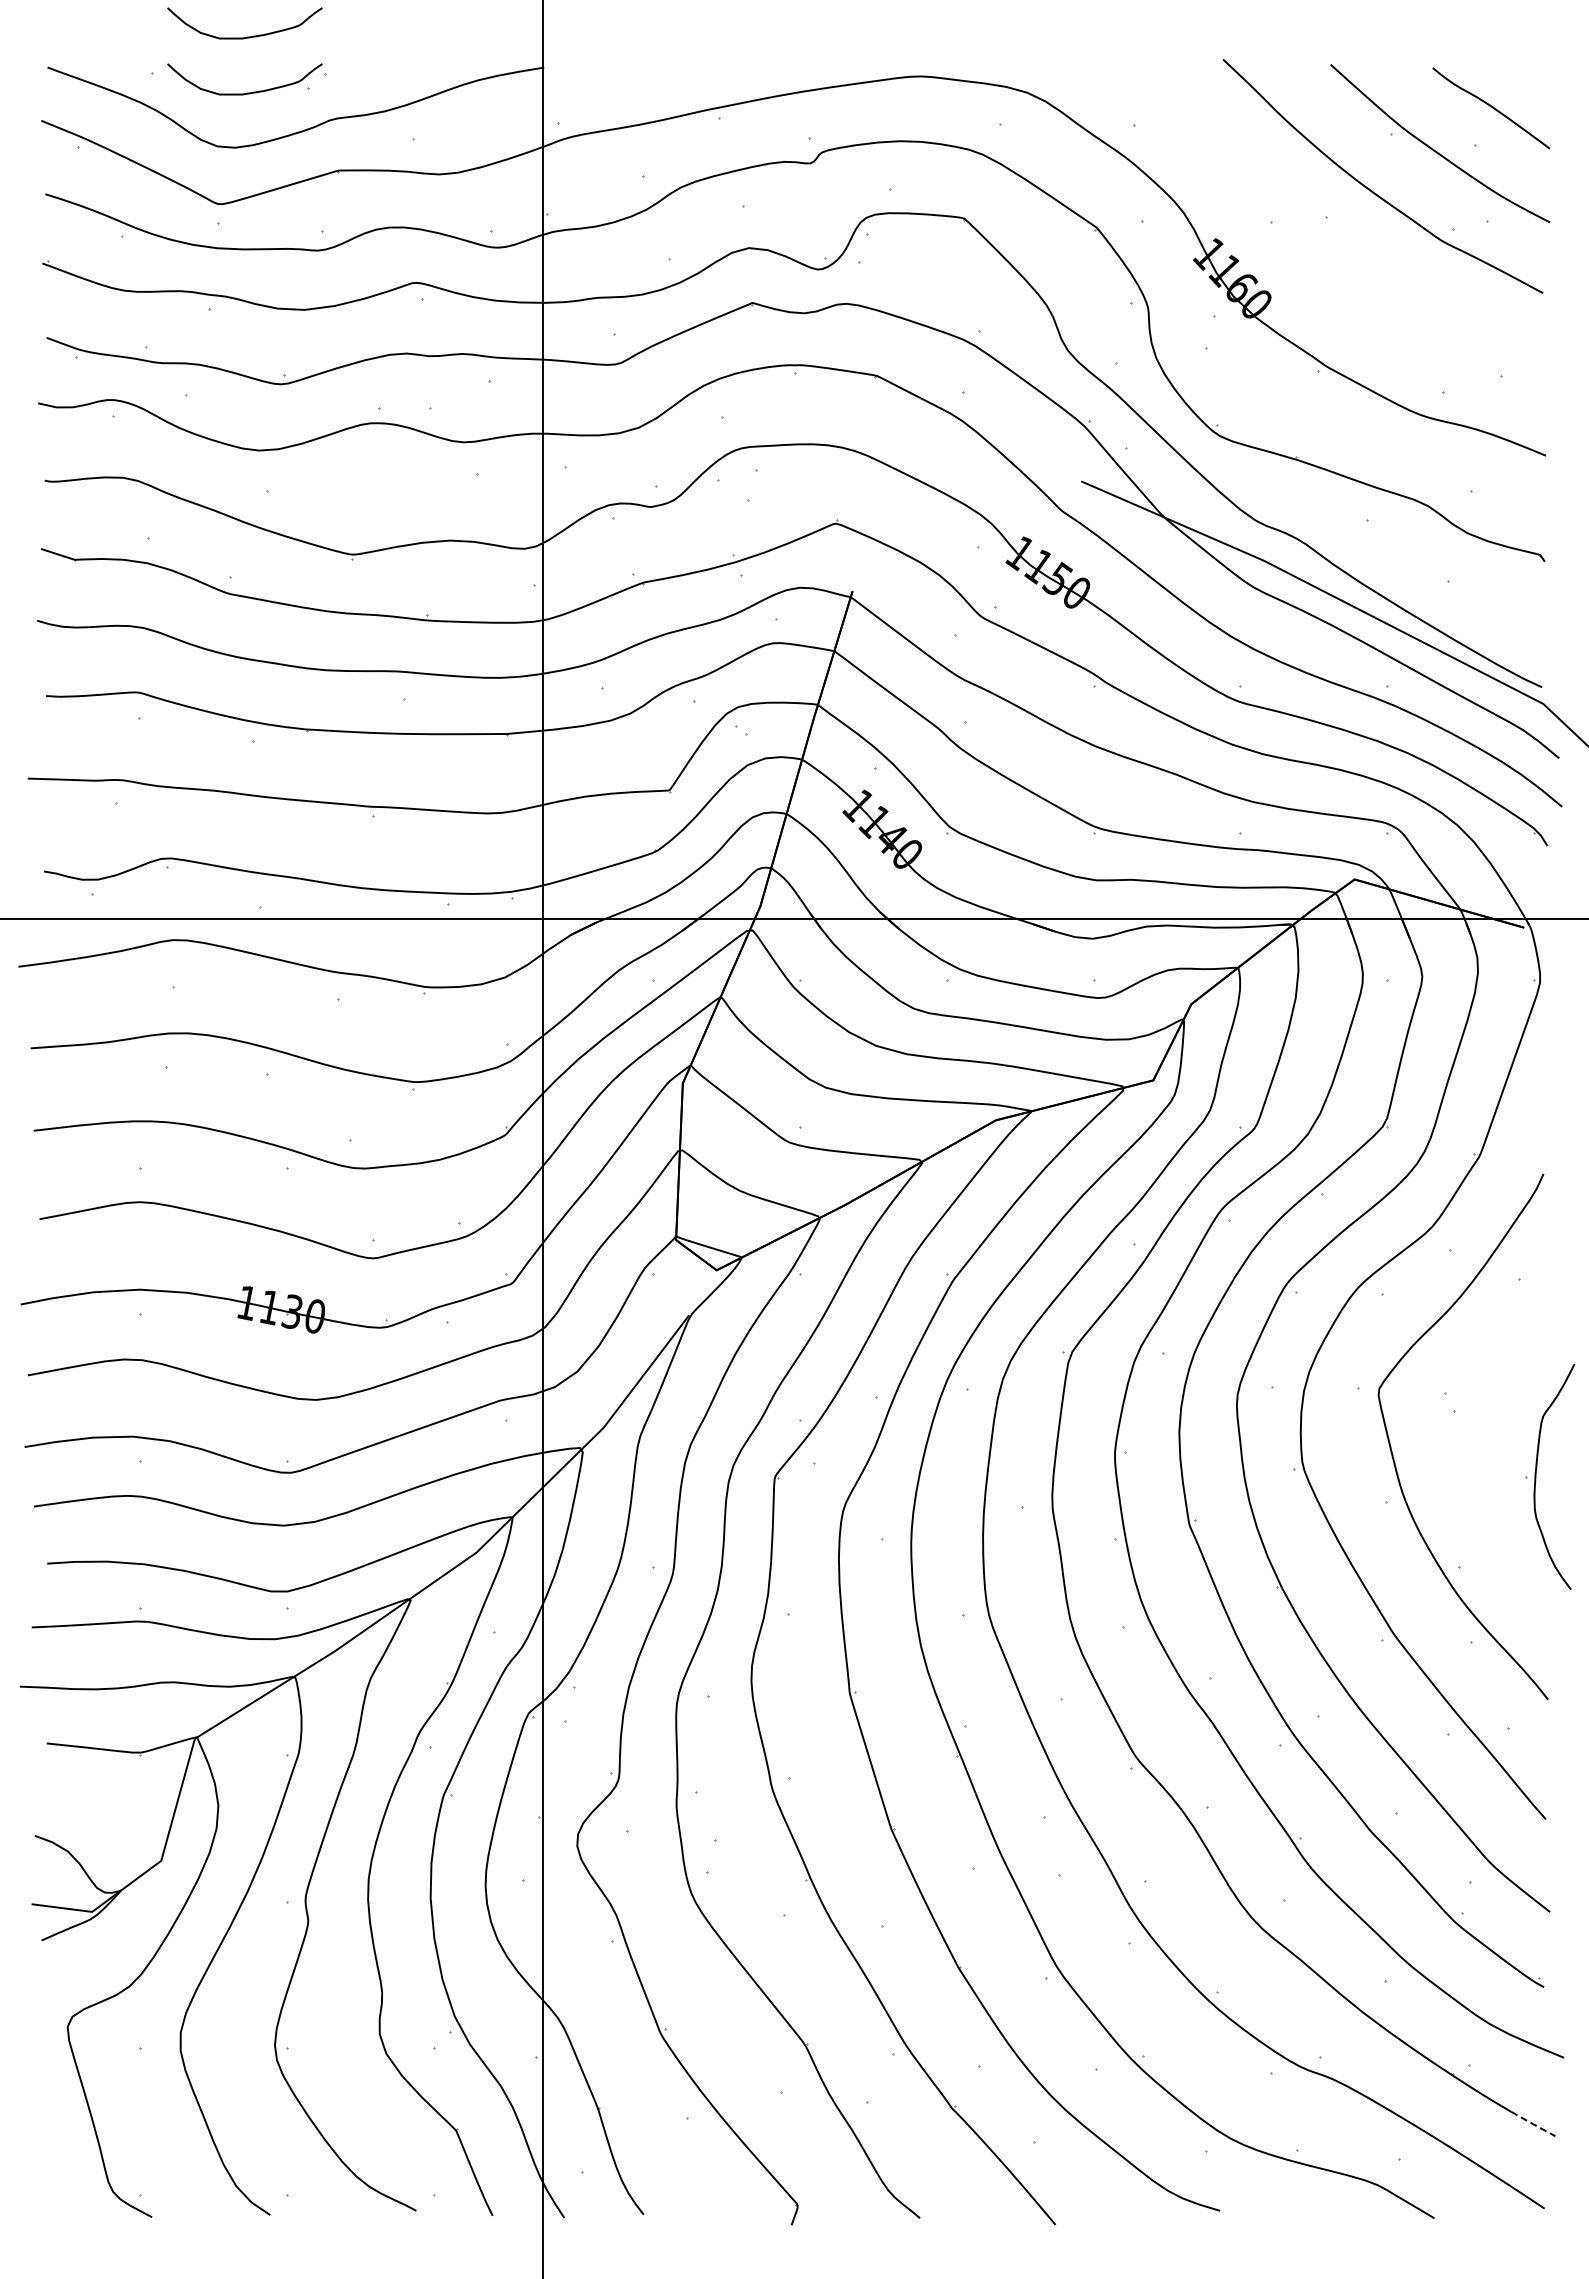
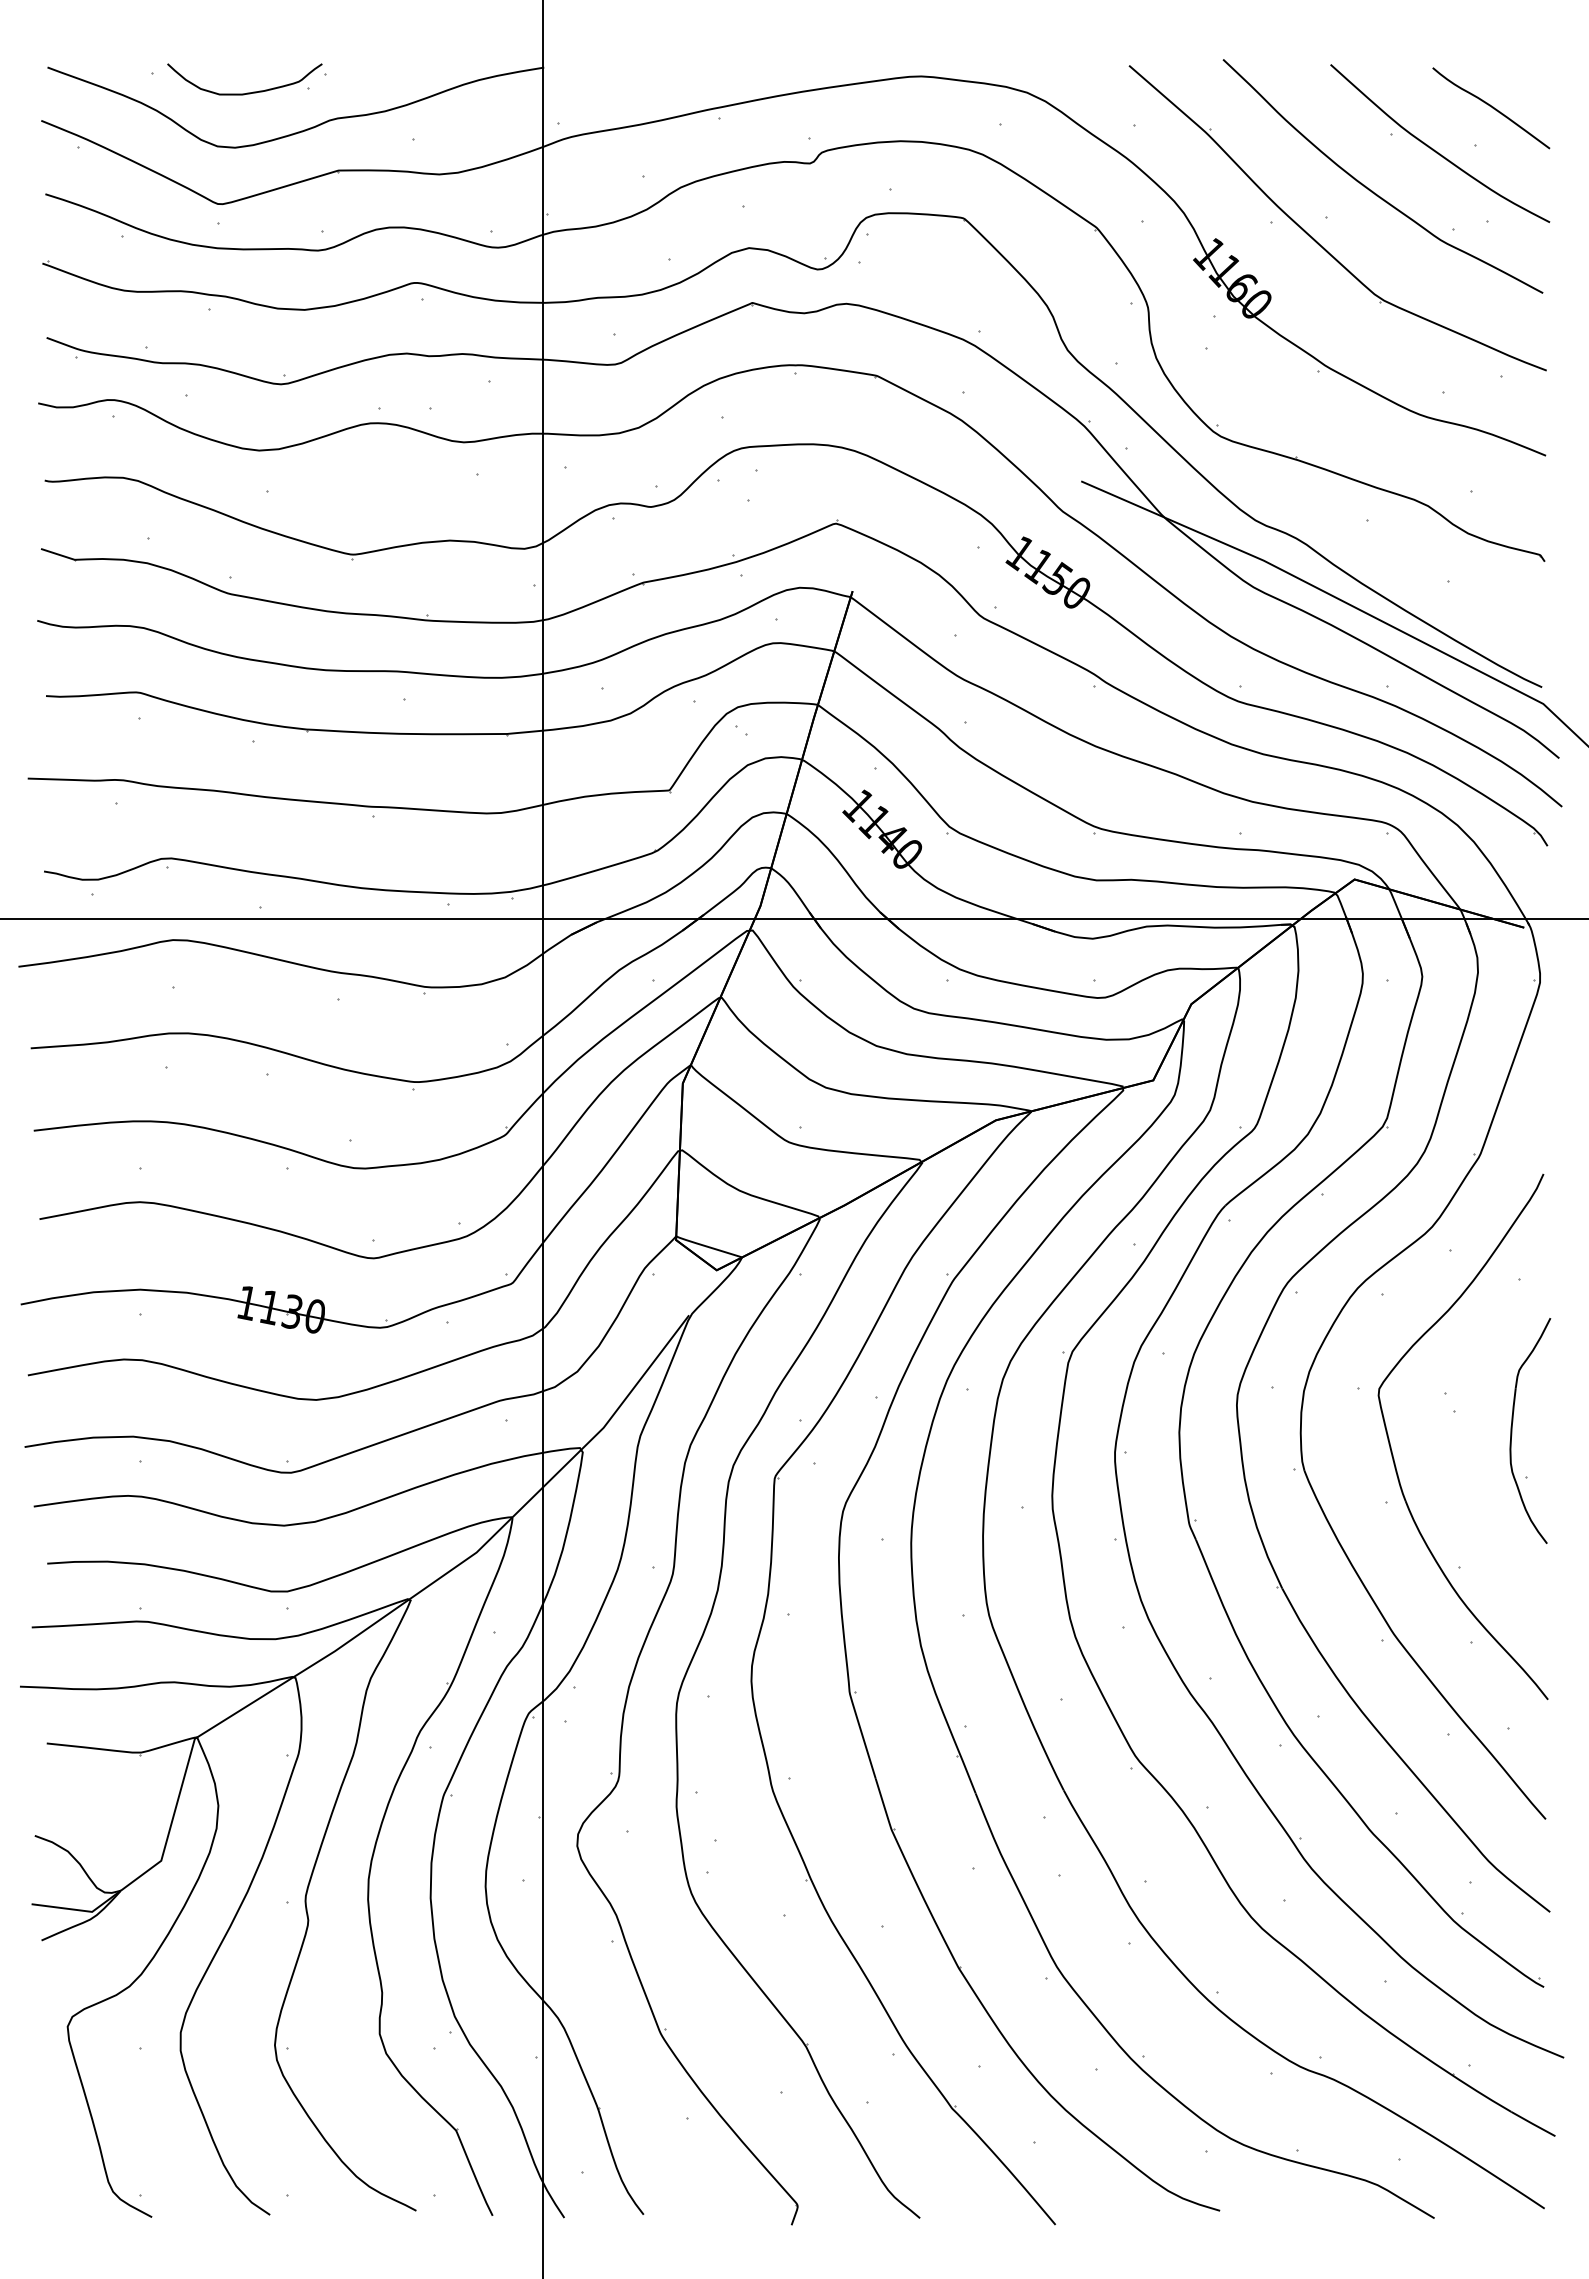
curve at (247, 36): present -> none
part at (1315, 239): none -> present
part at (1536, 1476) position: (1536, 1476) -> (1512, 1430)
line at (1533, 2124): dashed -> solid
